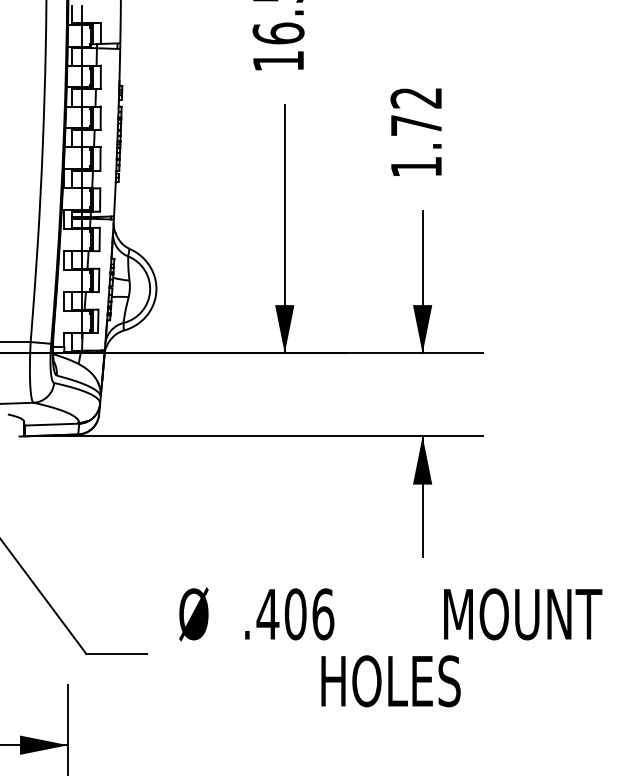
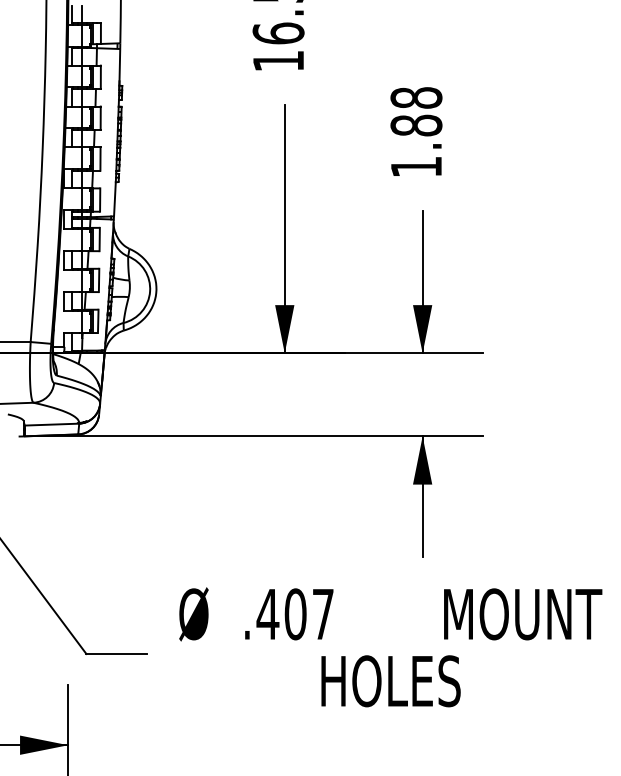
text at (416, 111): 1.72 -> 1.88
text at (323, 614): .406 -> .407
